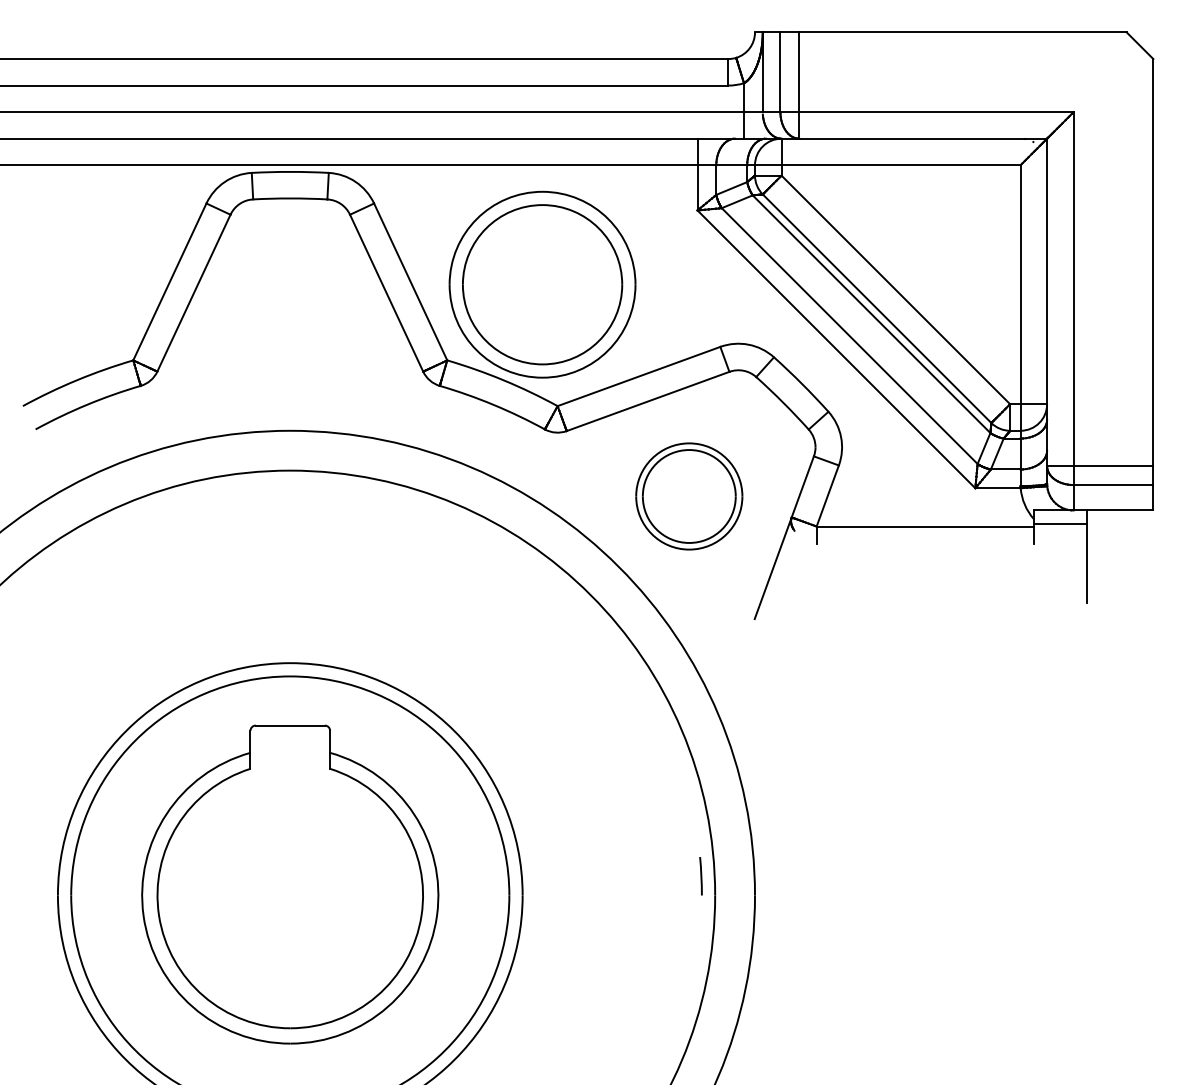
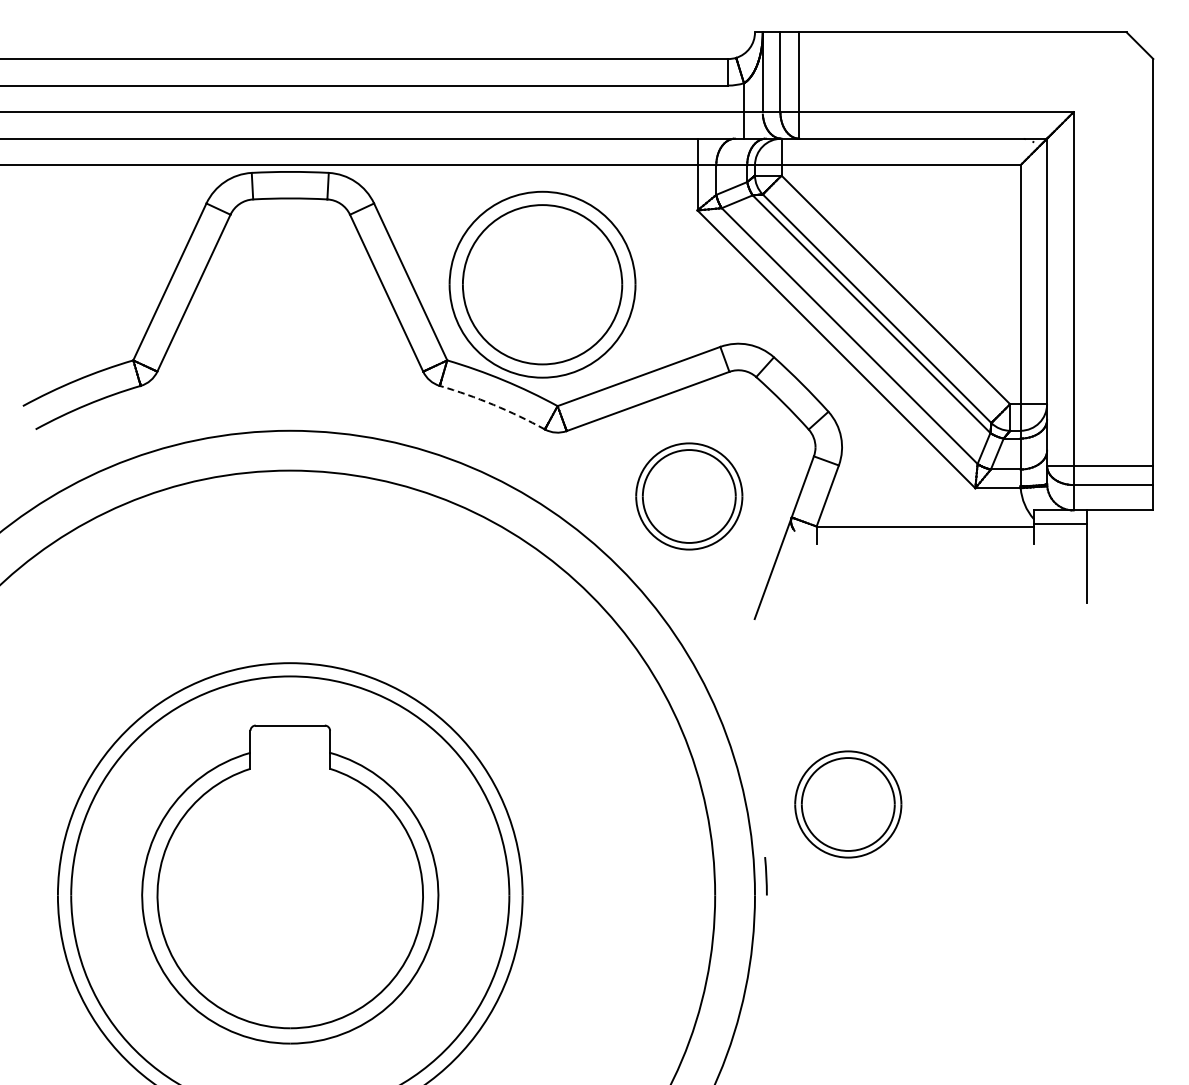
arc at (493, 404): solid -> dashed
part at (848, 804): none -> present
line at (700, 876) position: (700, 876) -> (765, 876)
